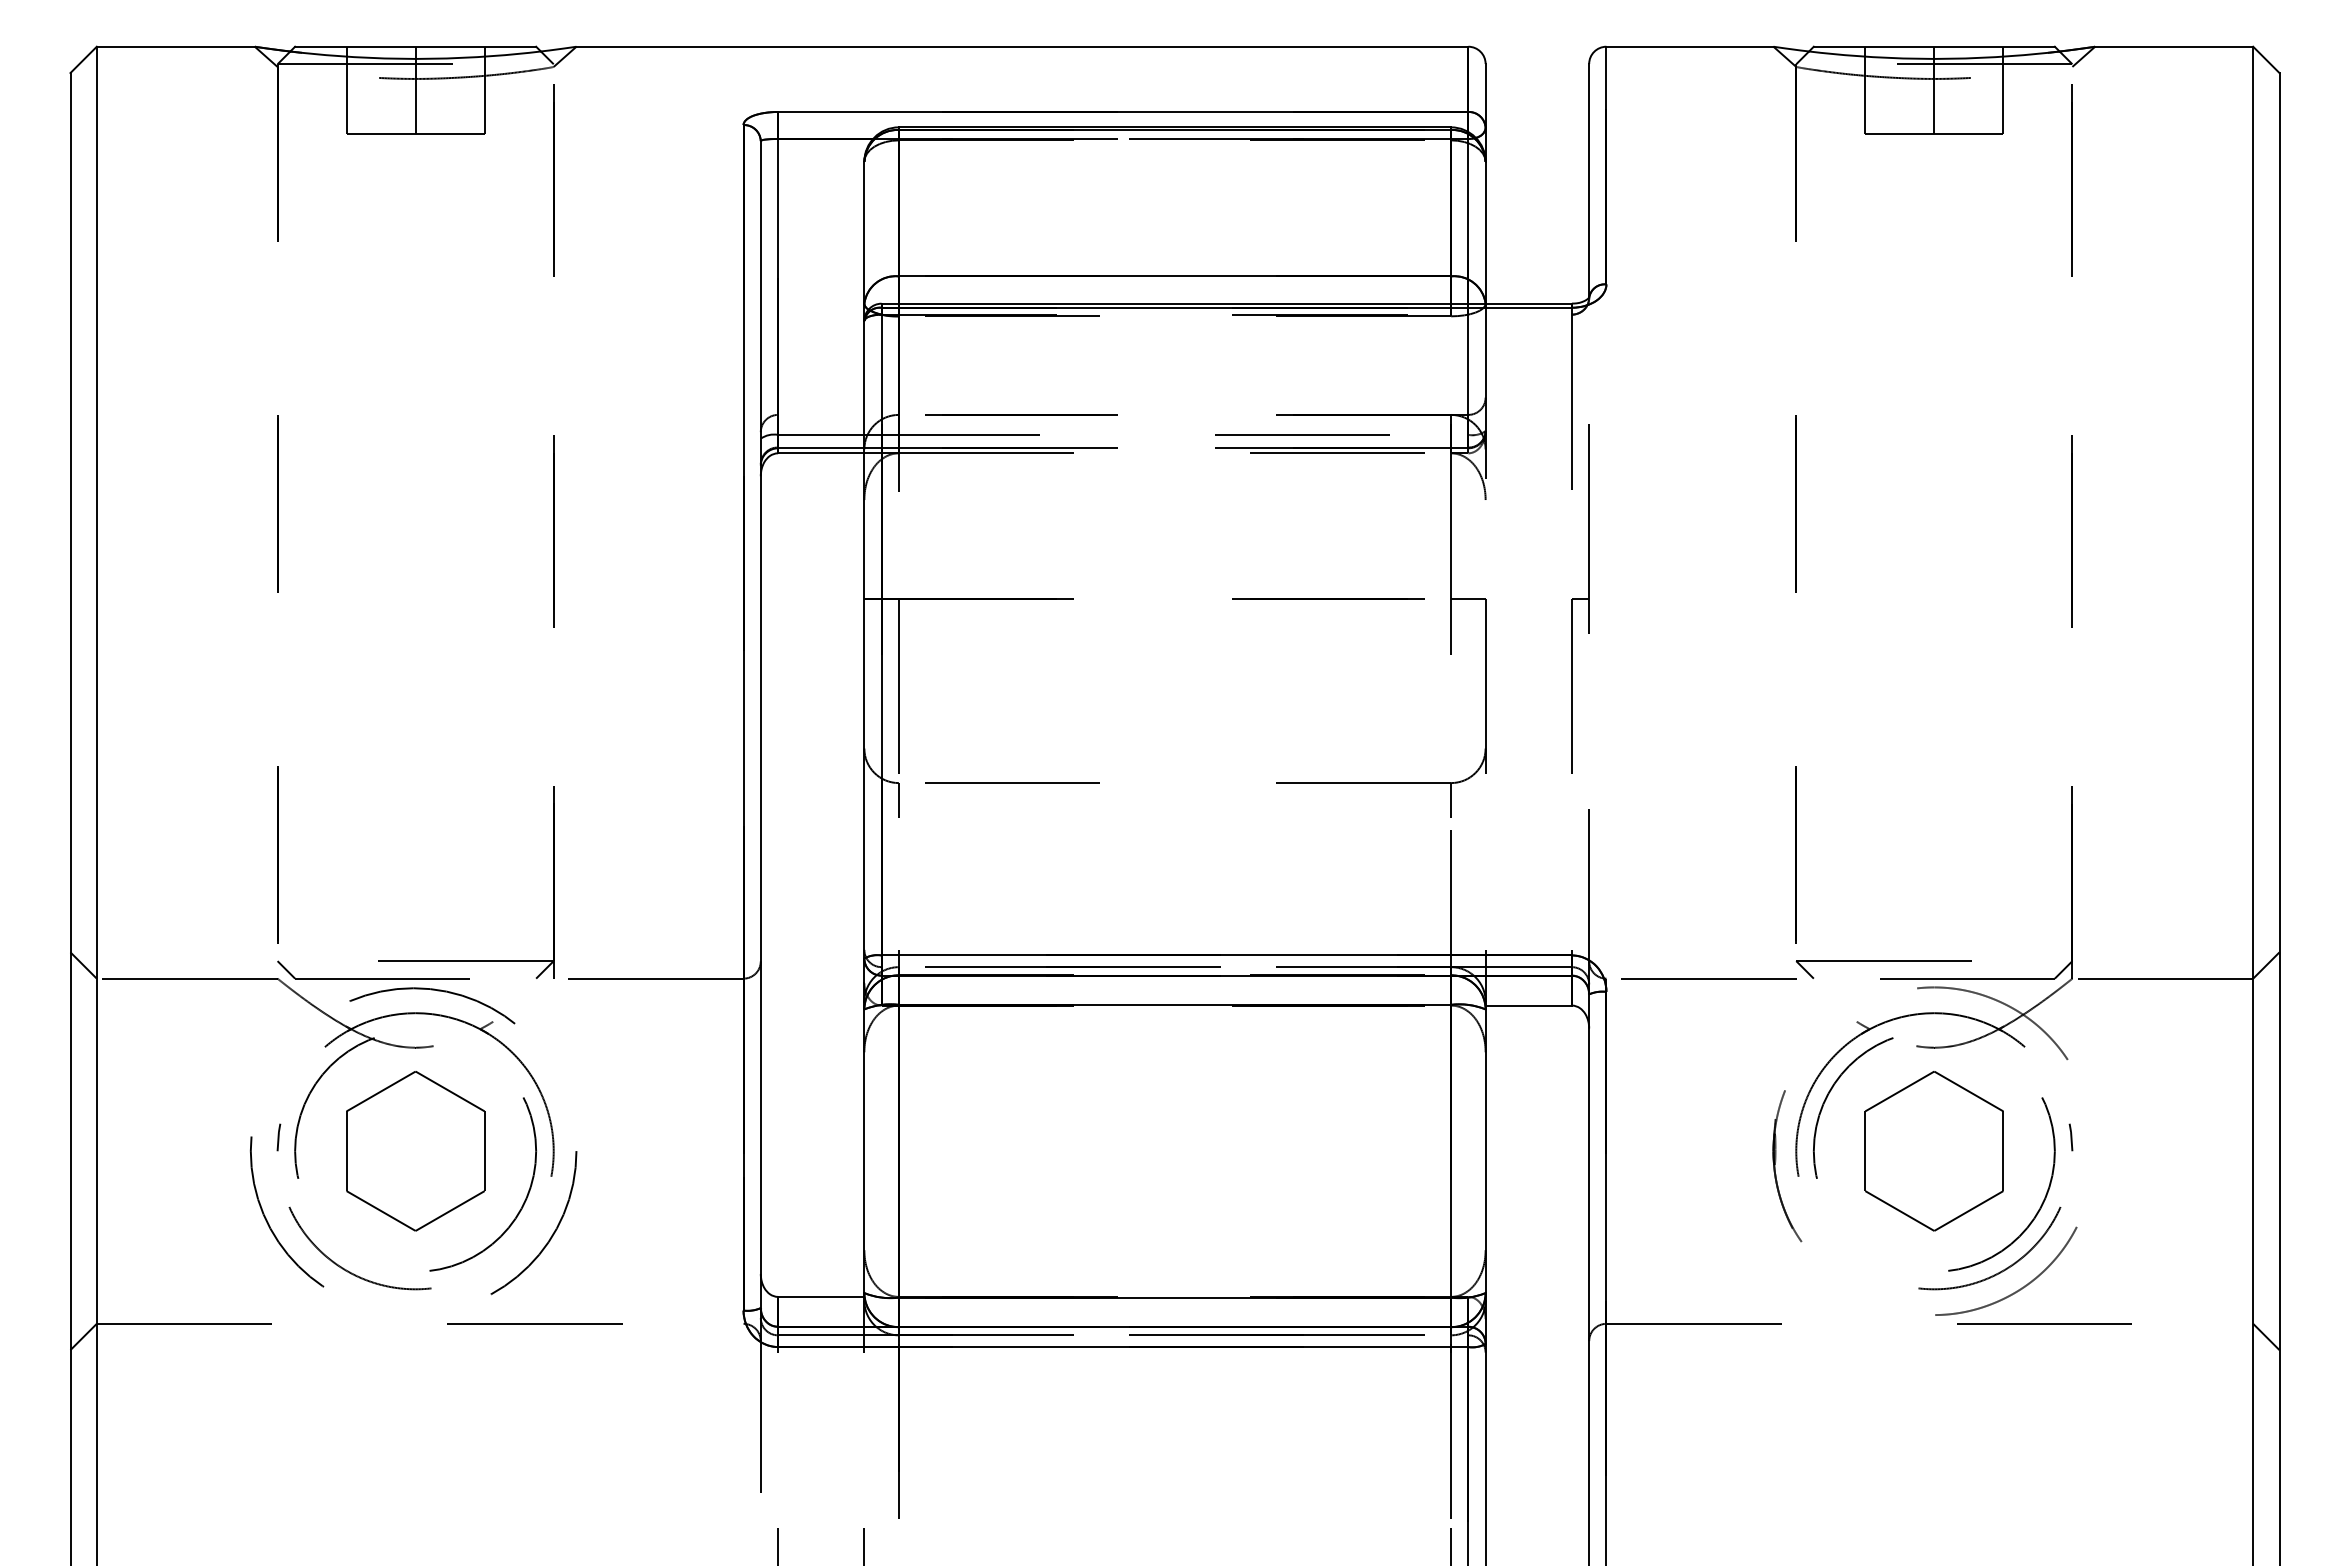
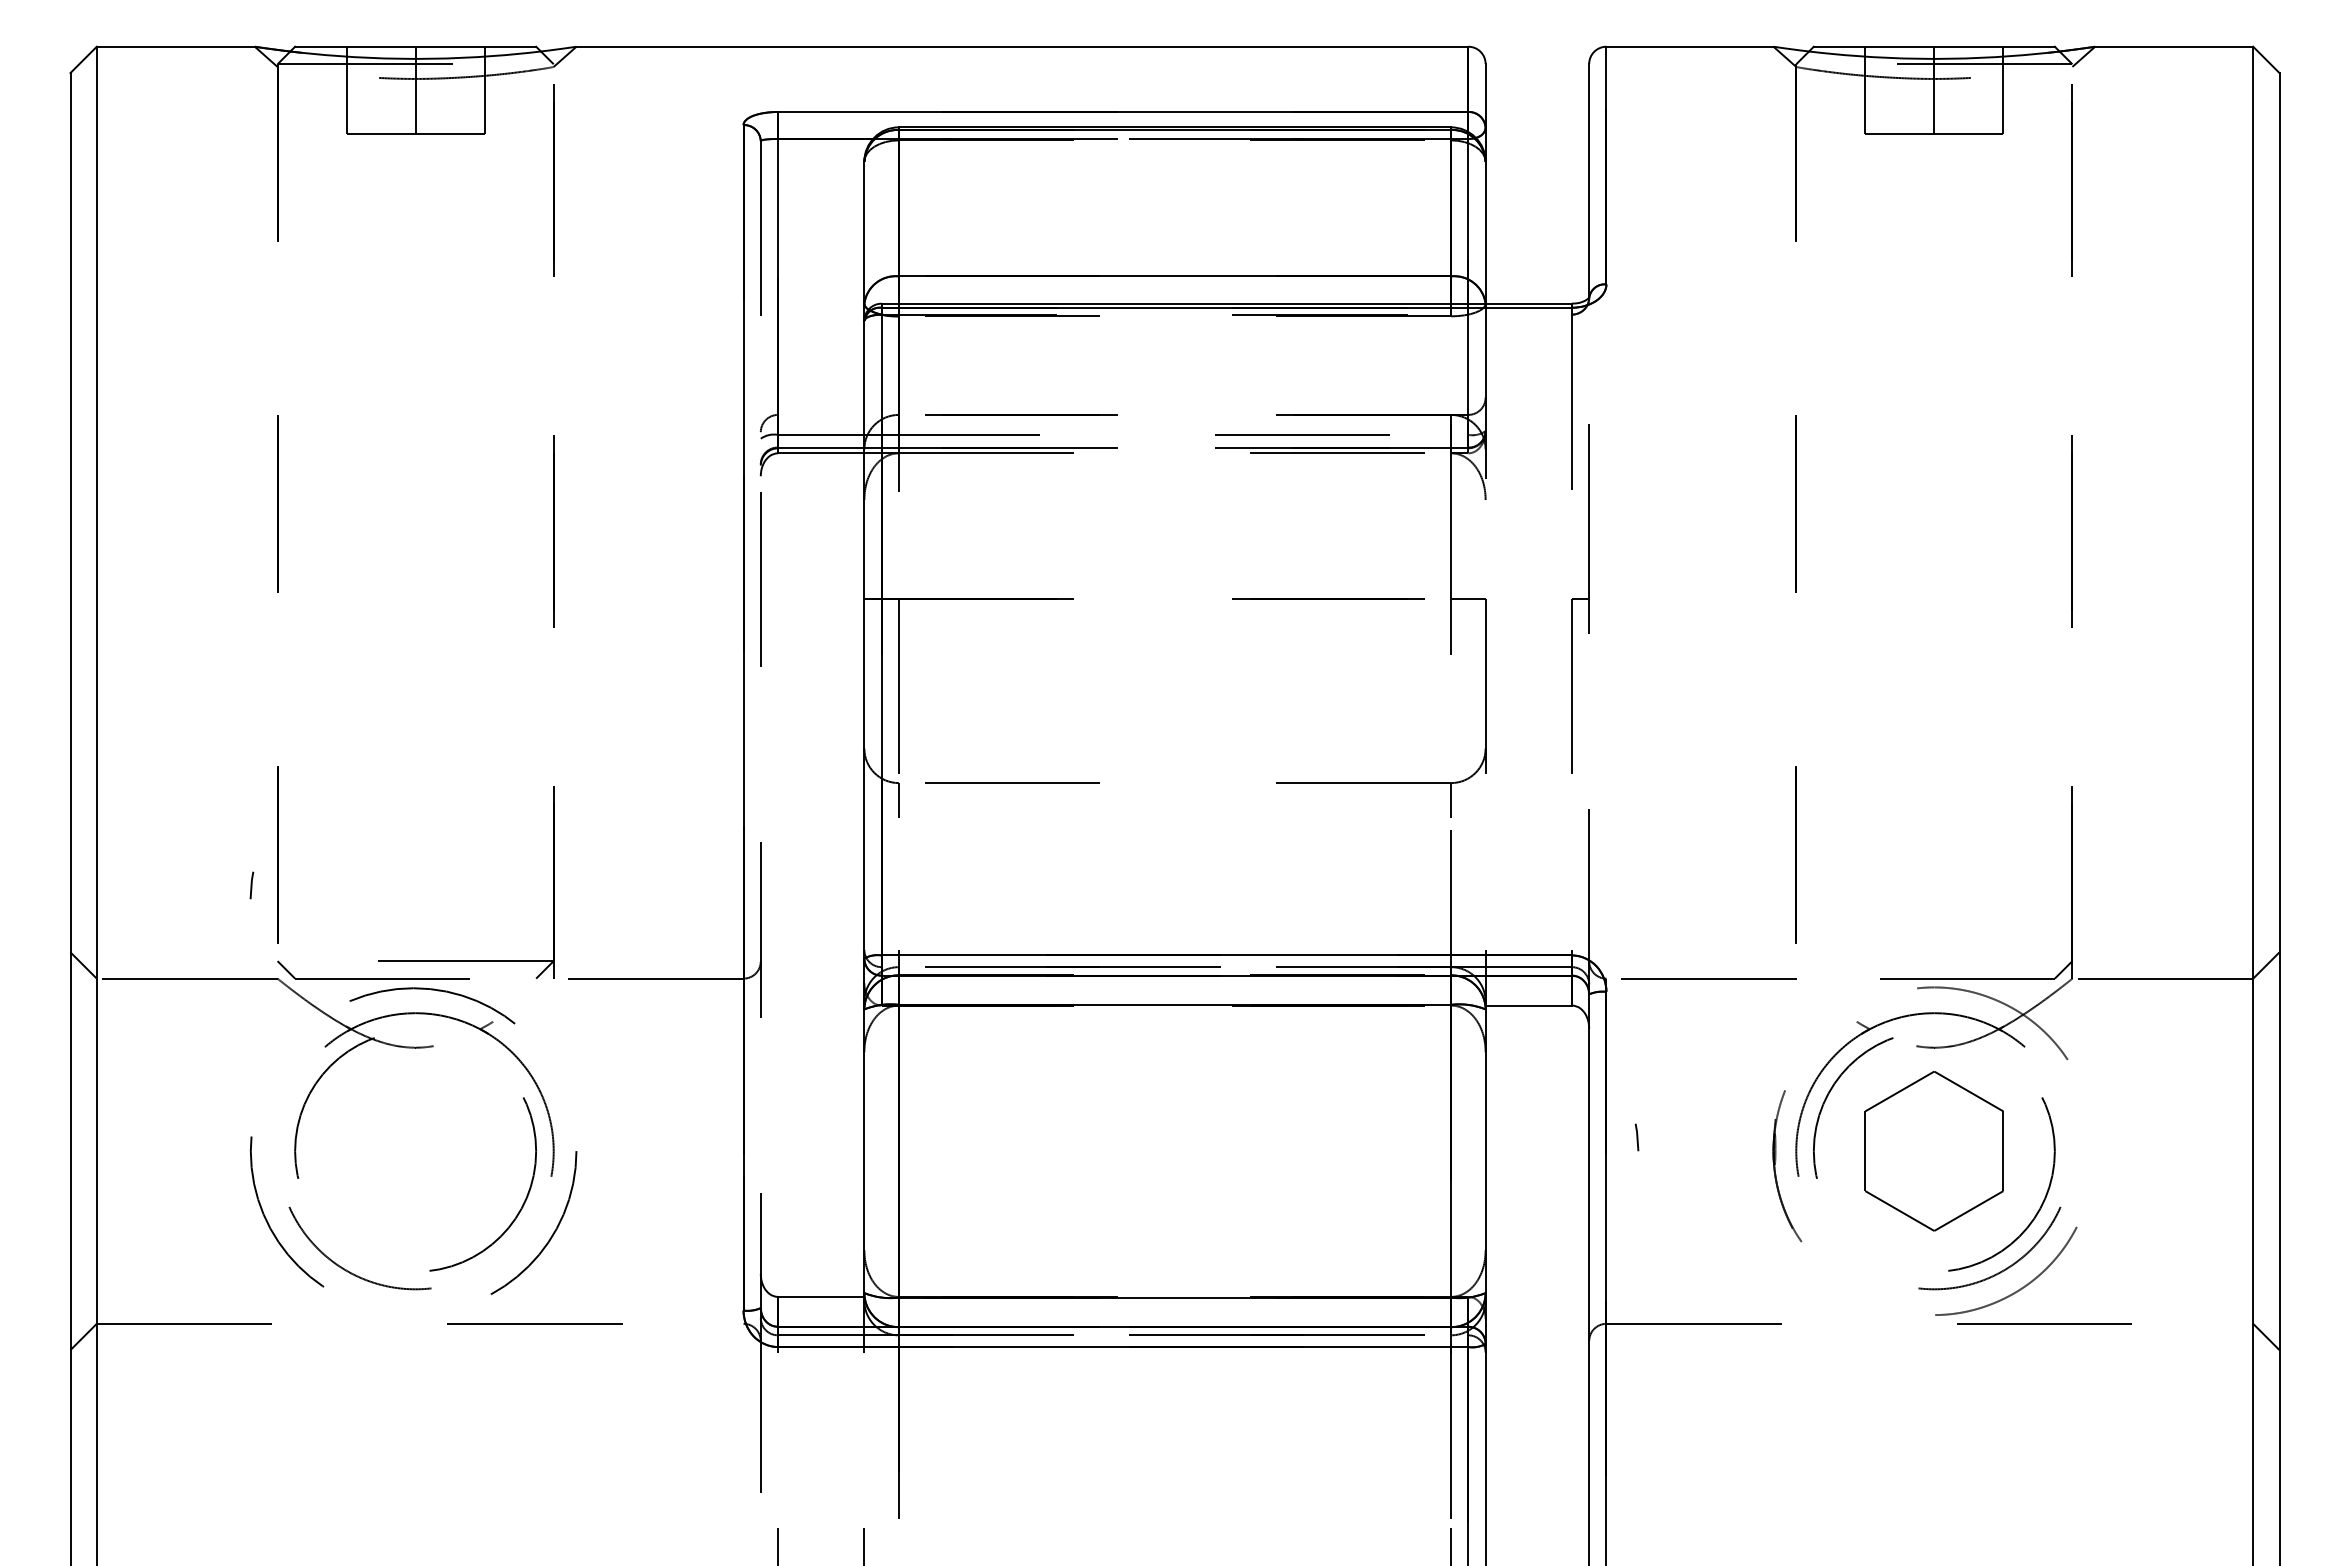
line at (760, 724): solid -> dashed
part at (1883, 961): present -> none
line at (278, 1137) position: (278, 1137) -> (251, 885)
line at (2070, 1137) position: (2070, 1137) -> (1636, 1137)
part at (415, 1151): present -> none
